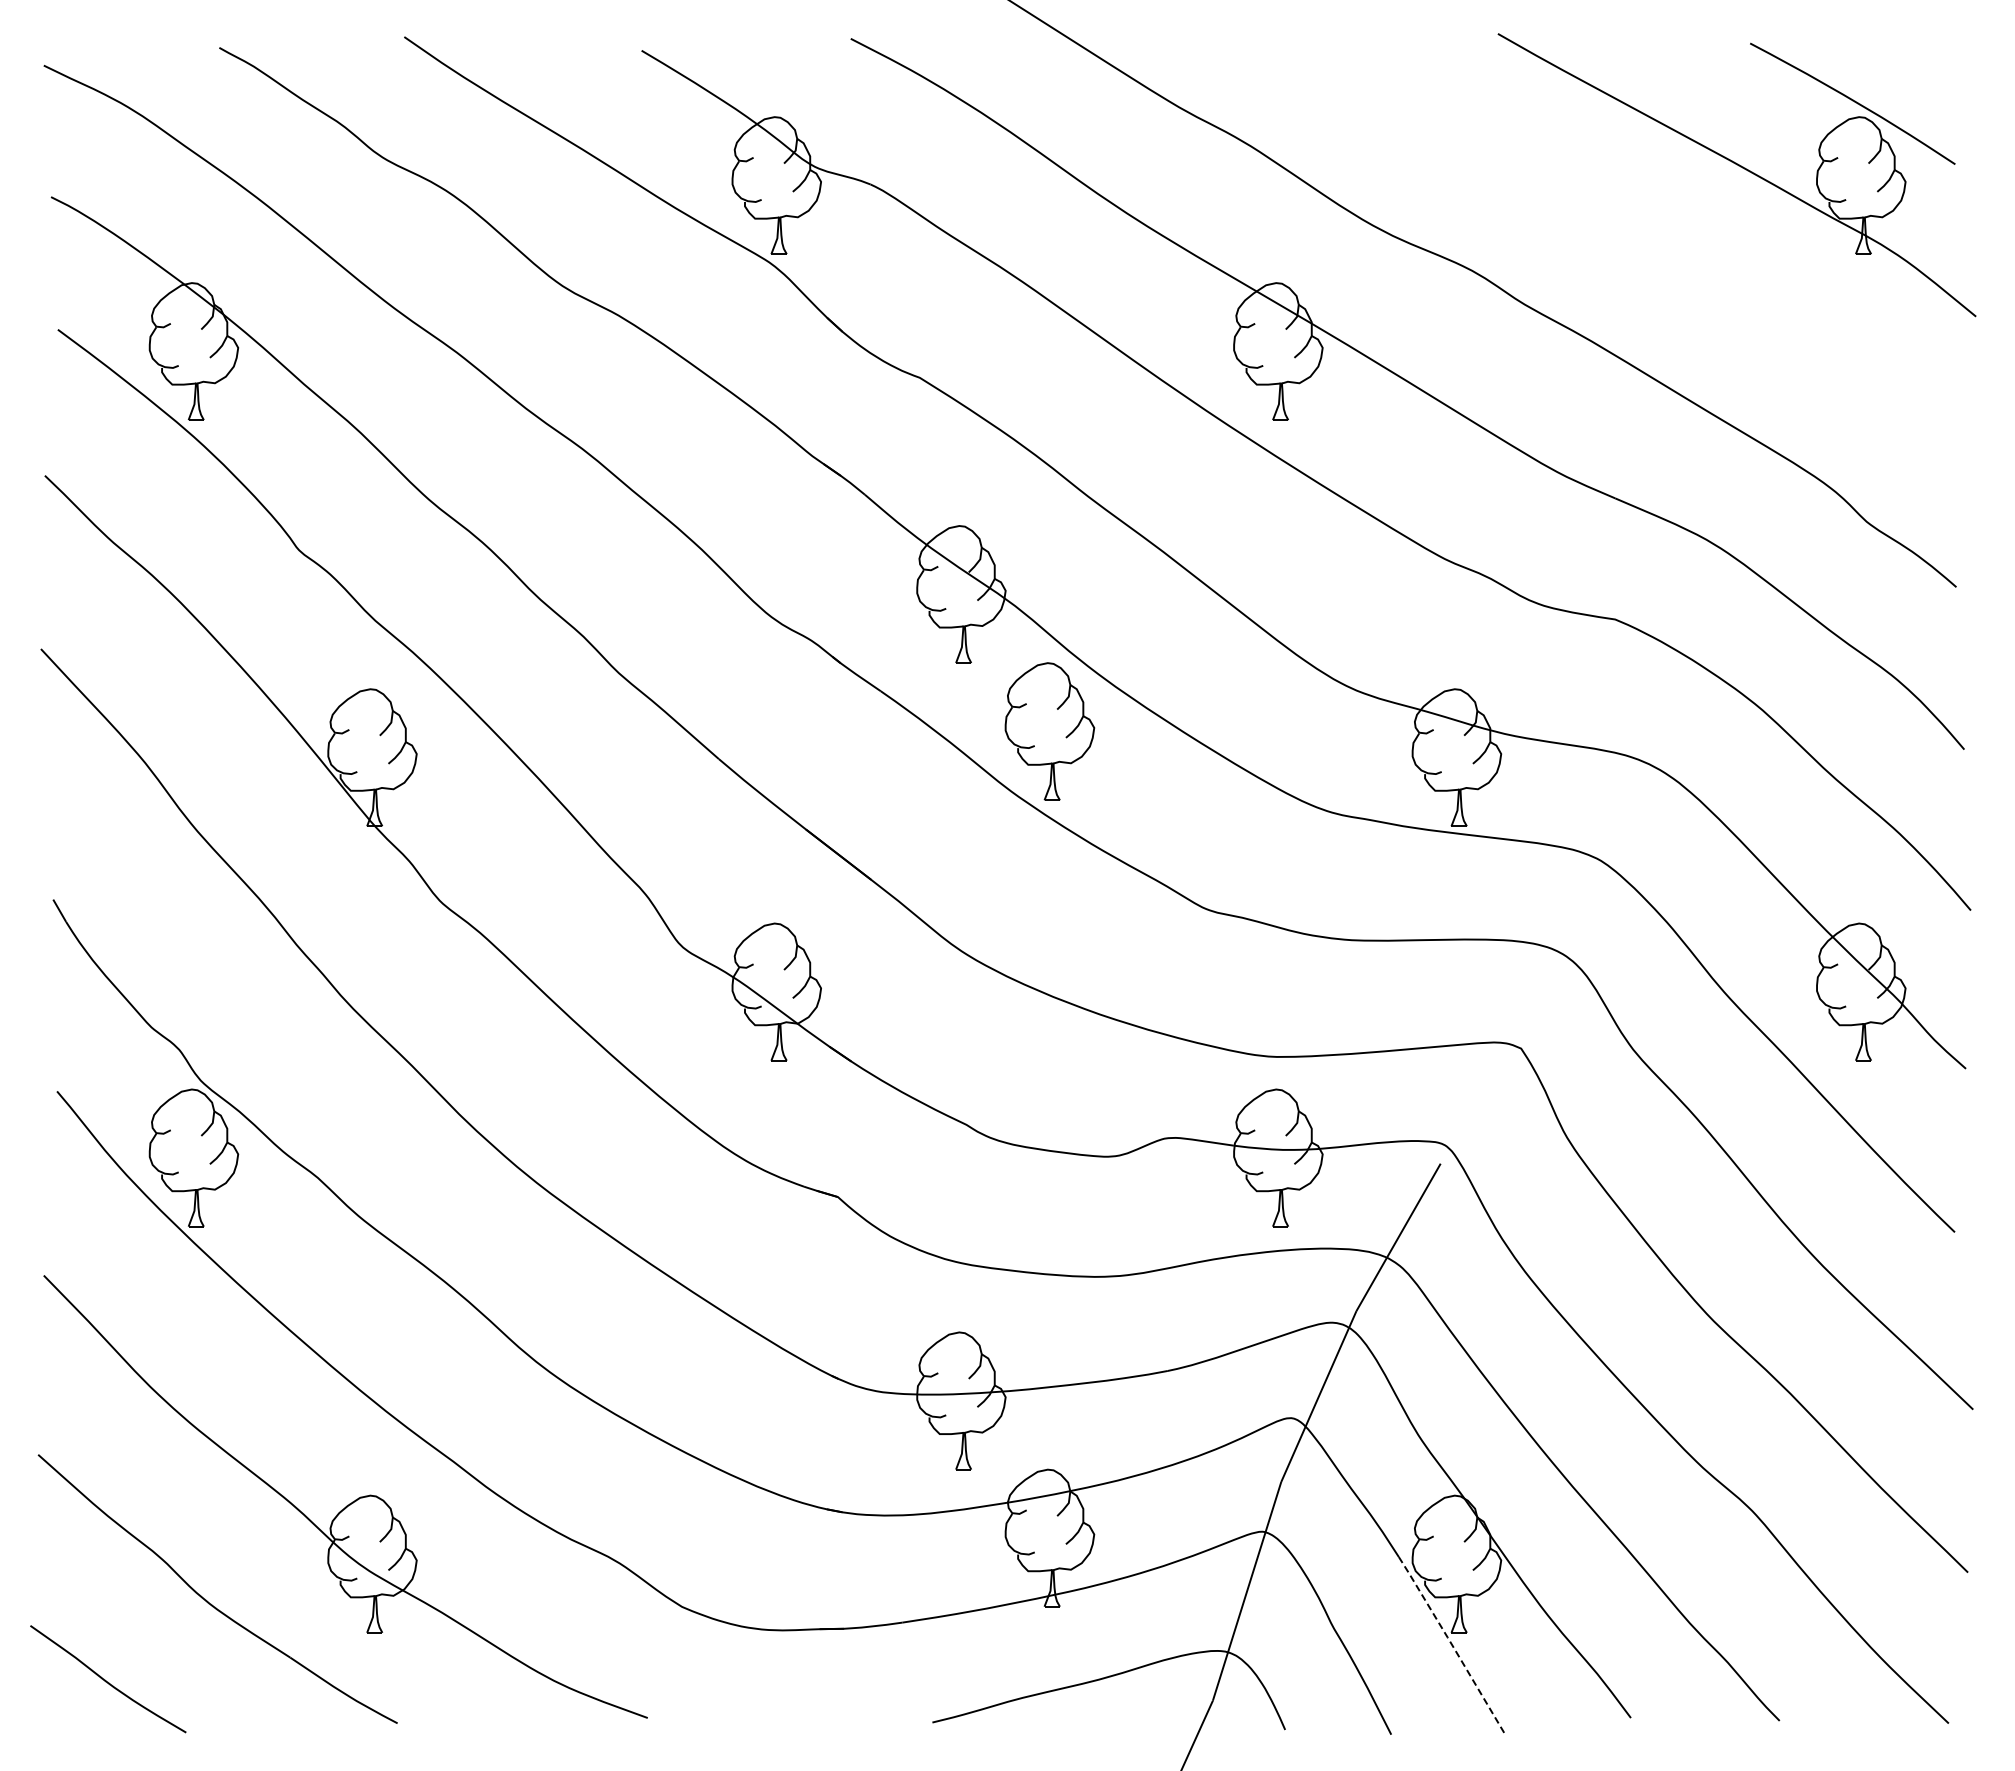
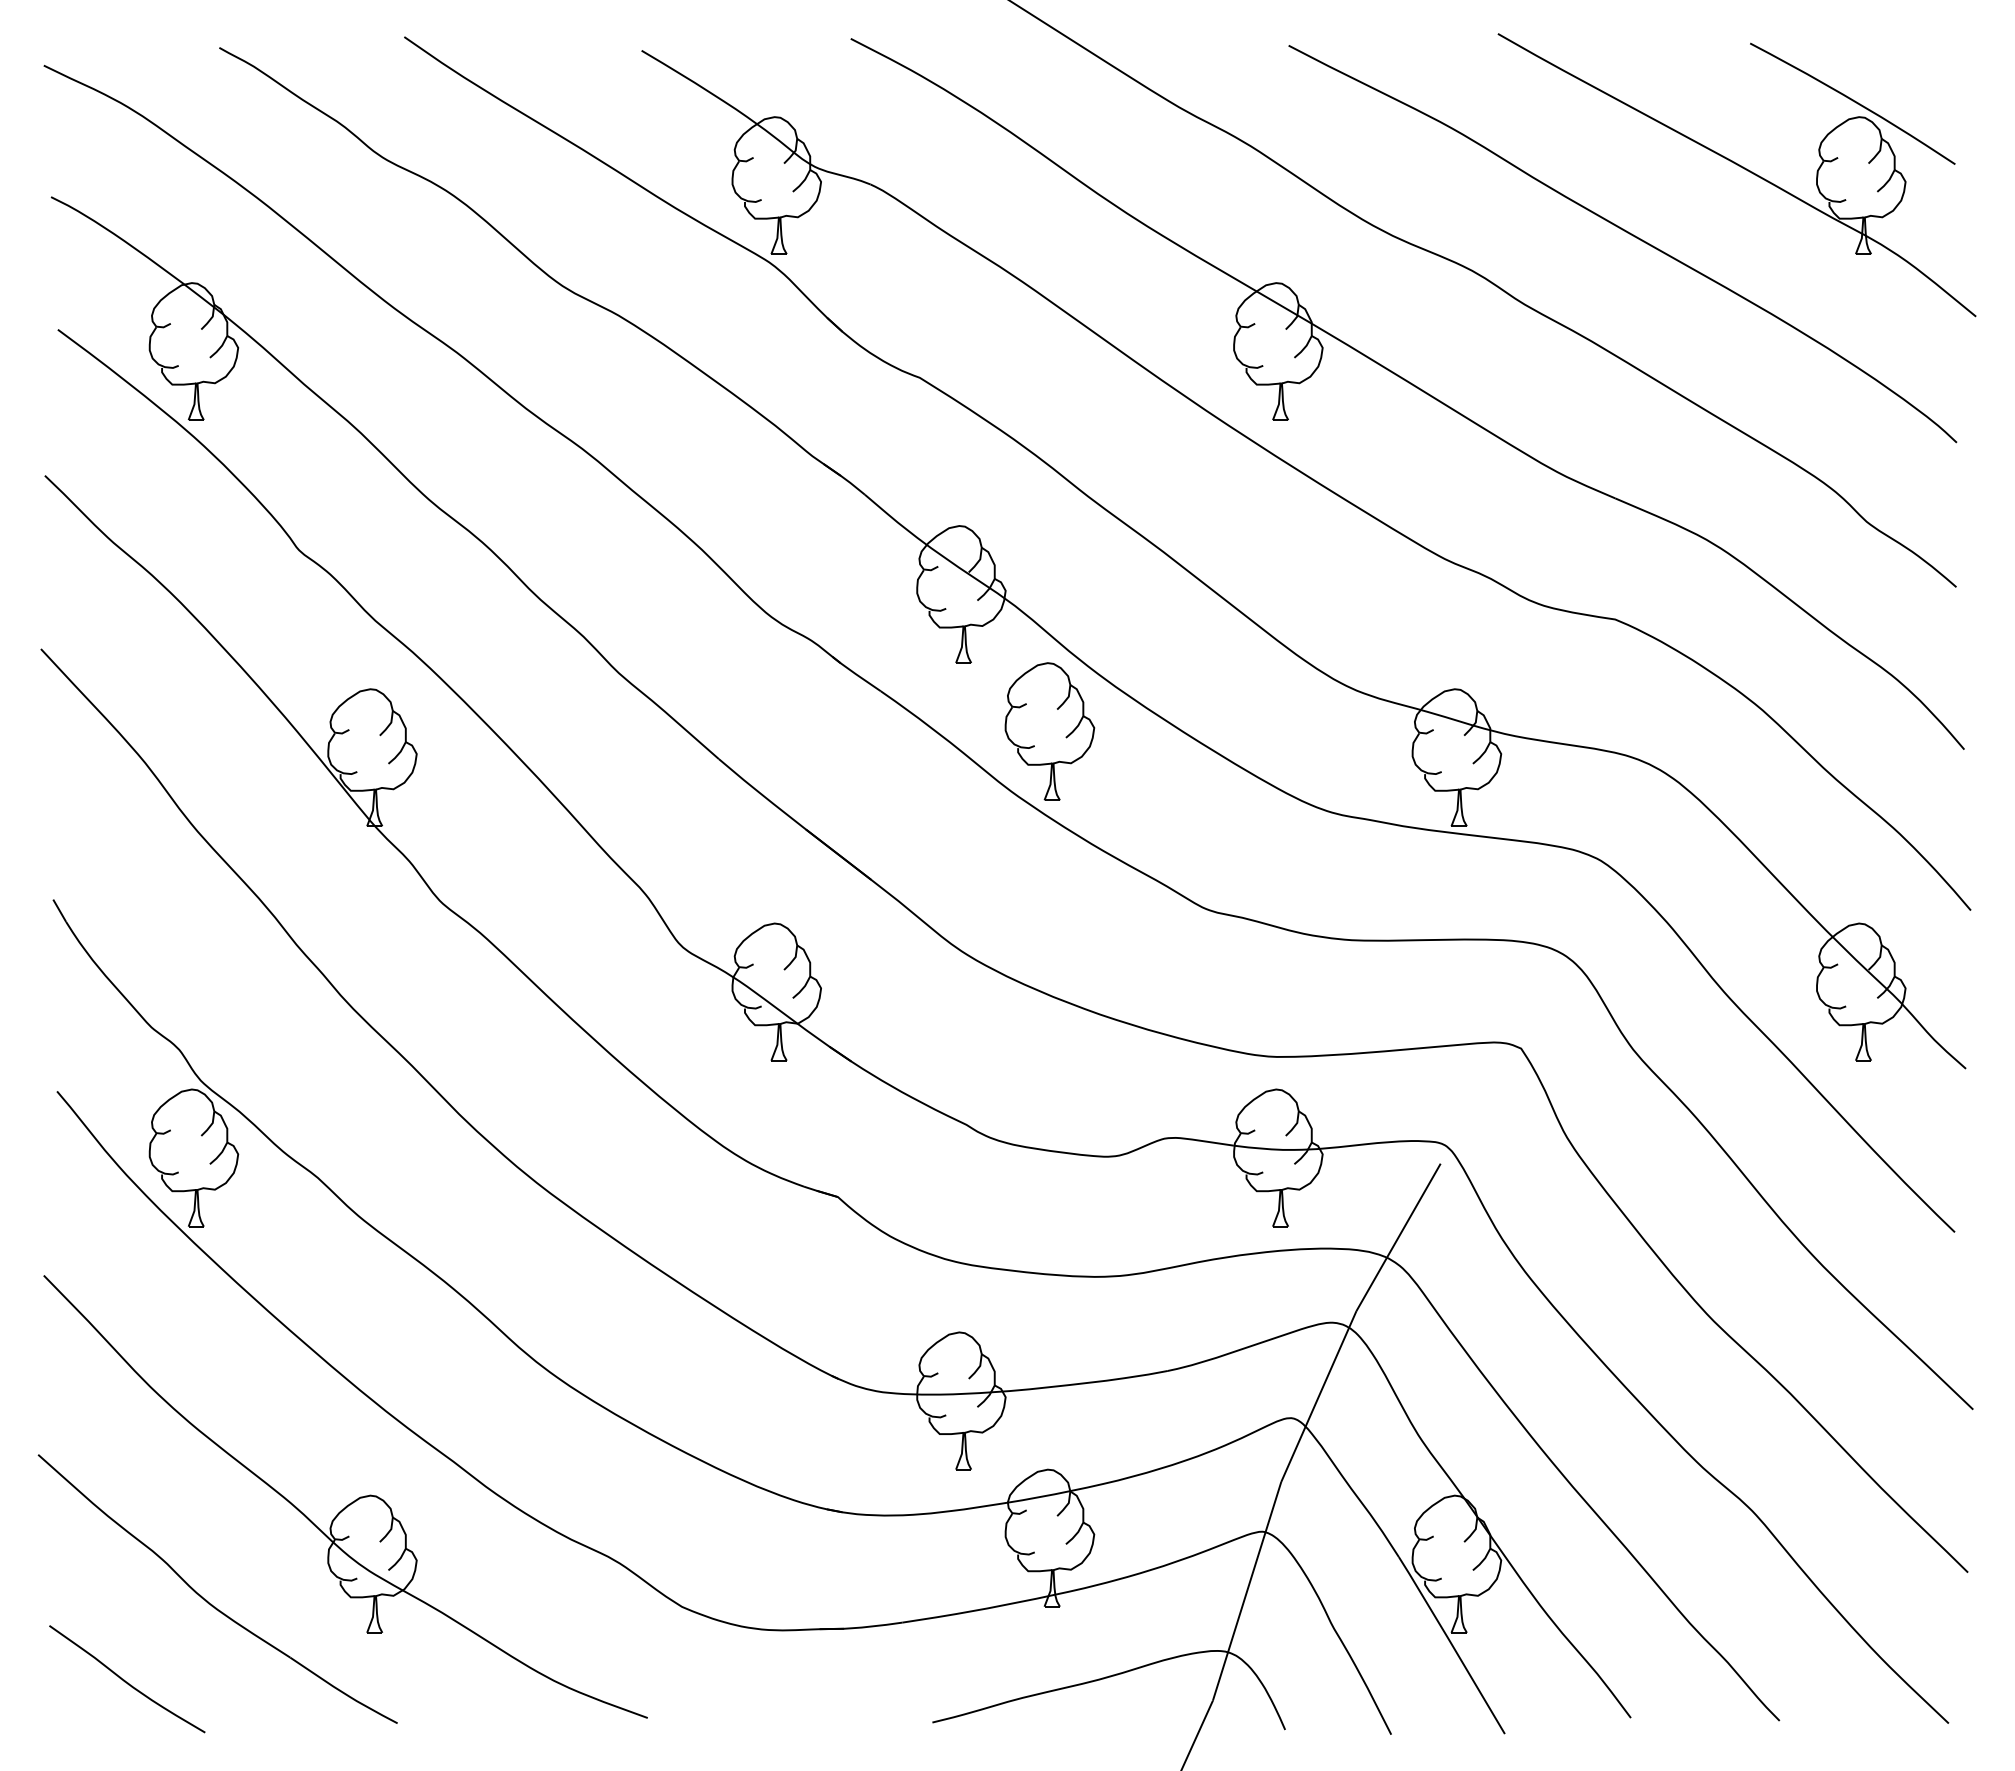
curve at (1627, 233): none -> present
line at (1451, 1644): dashed -> solid
curve at (106, 1680) position: (106, 1680) -> (125, 1680)
